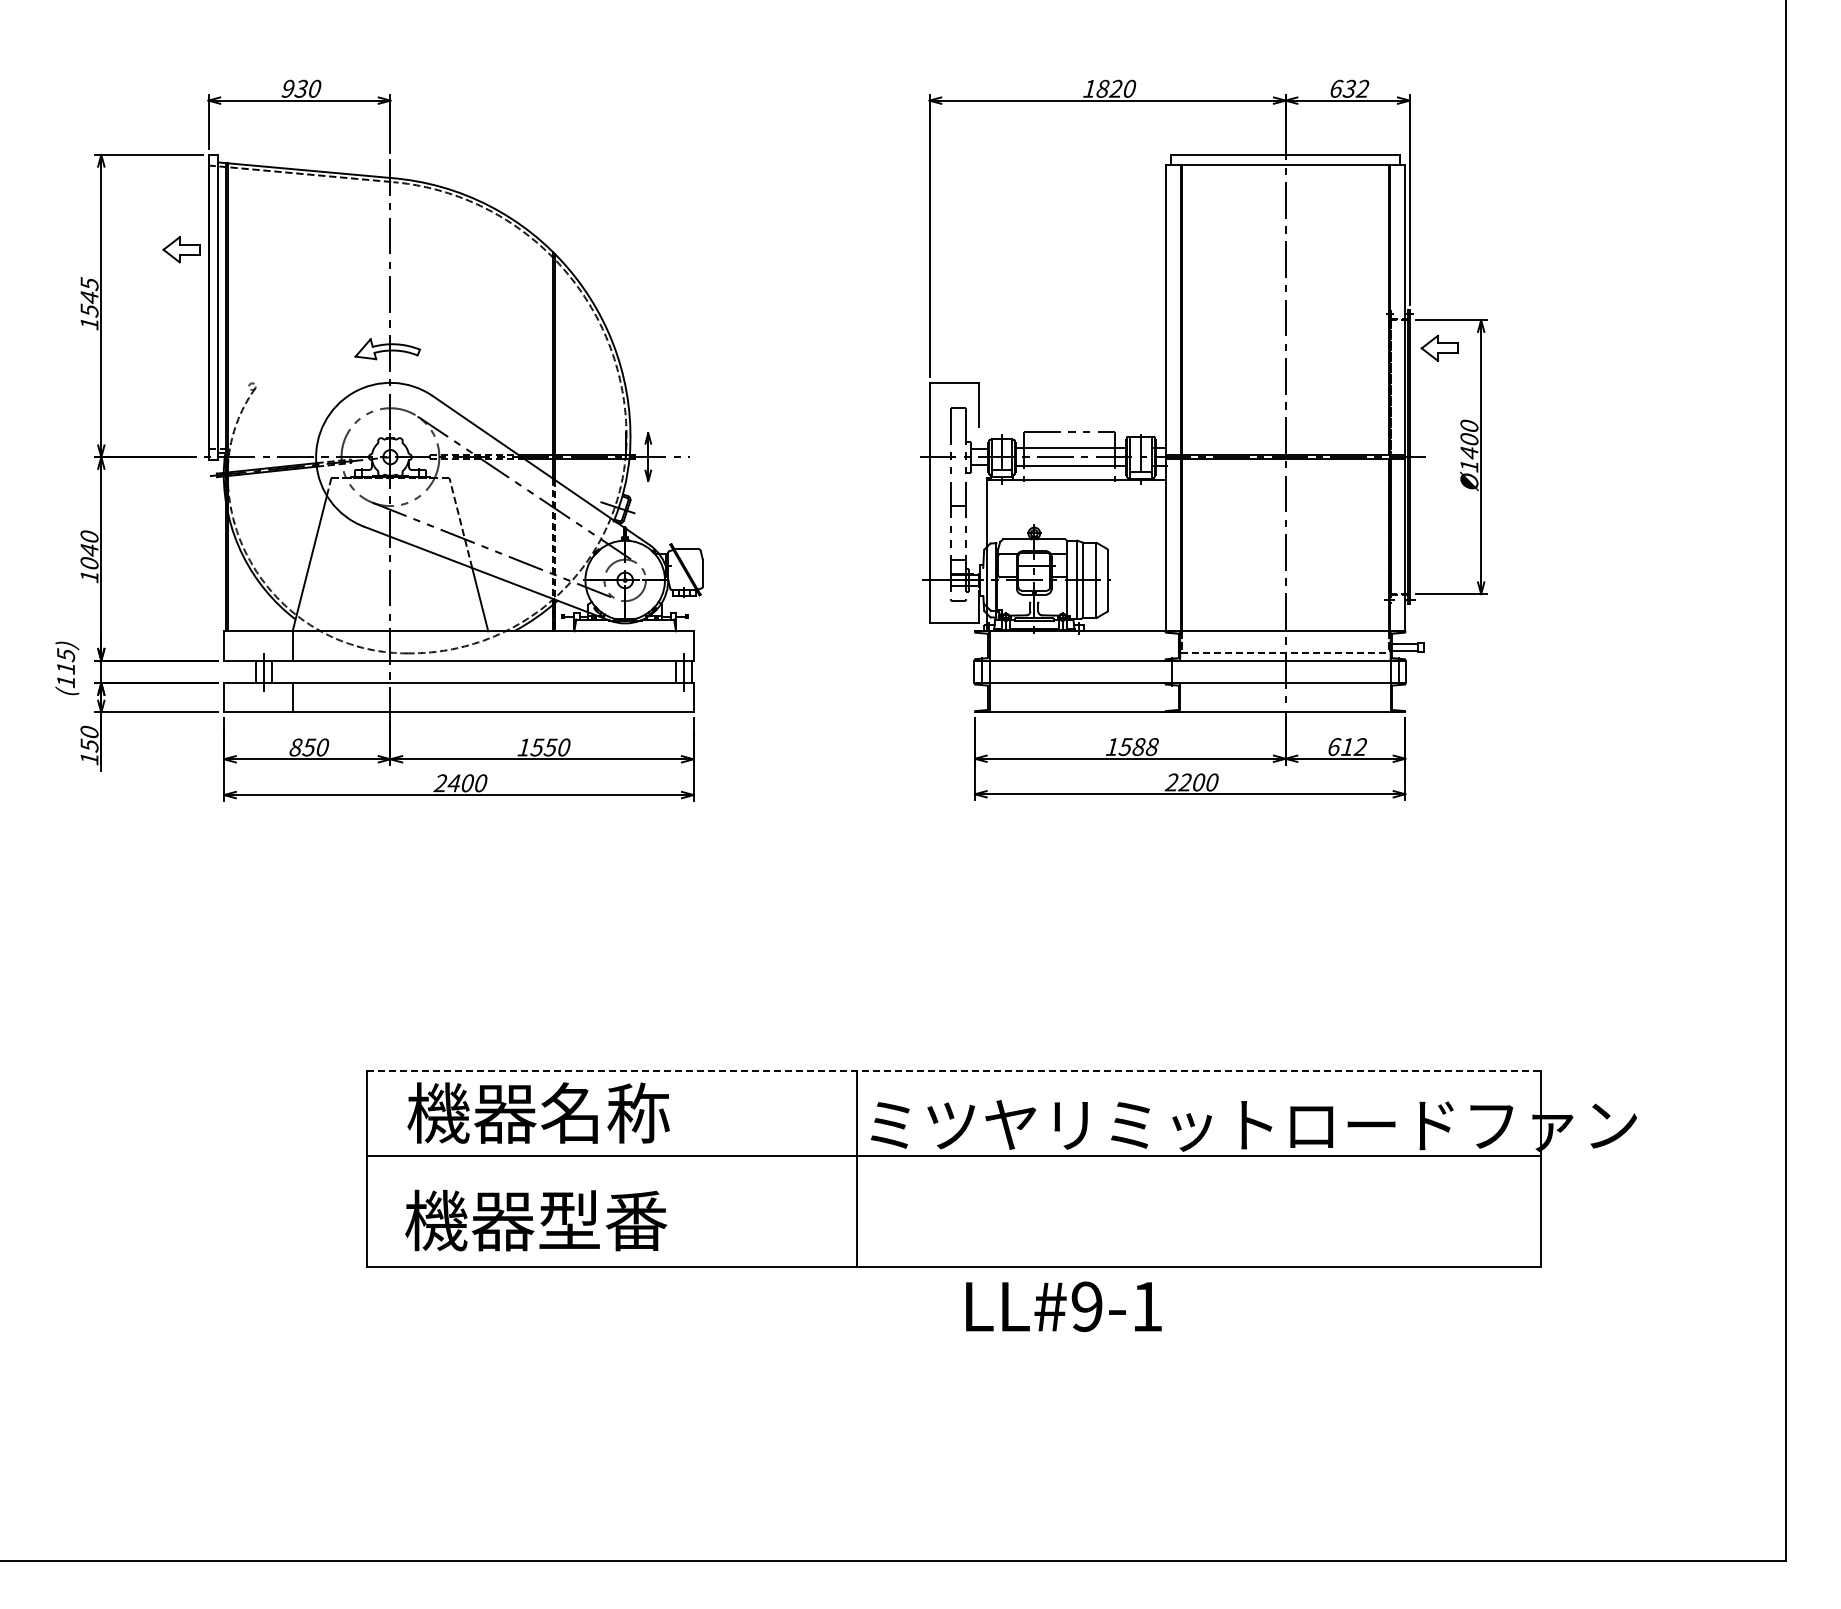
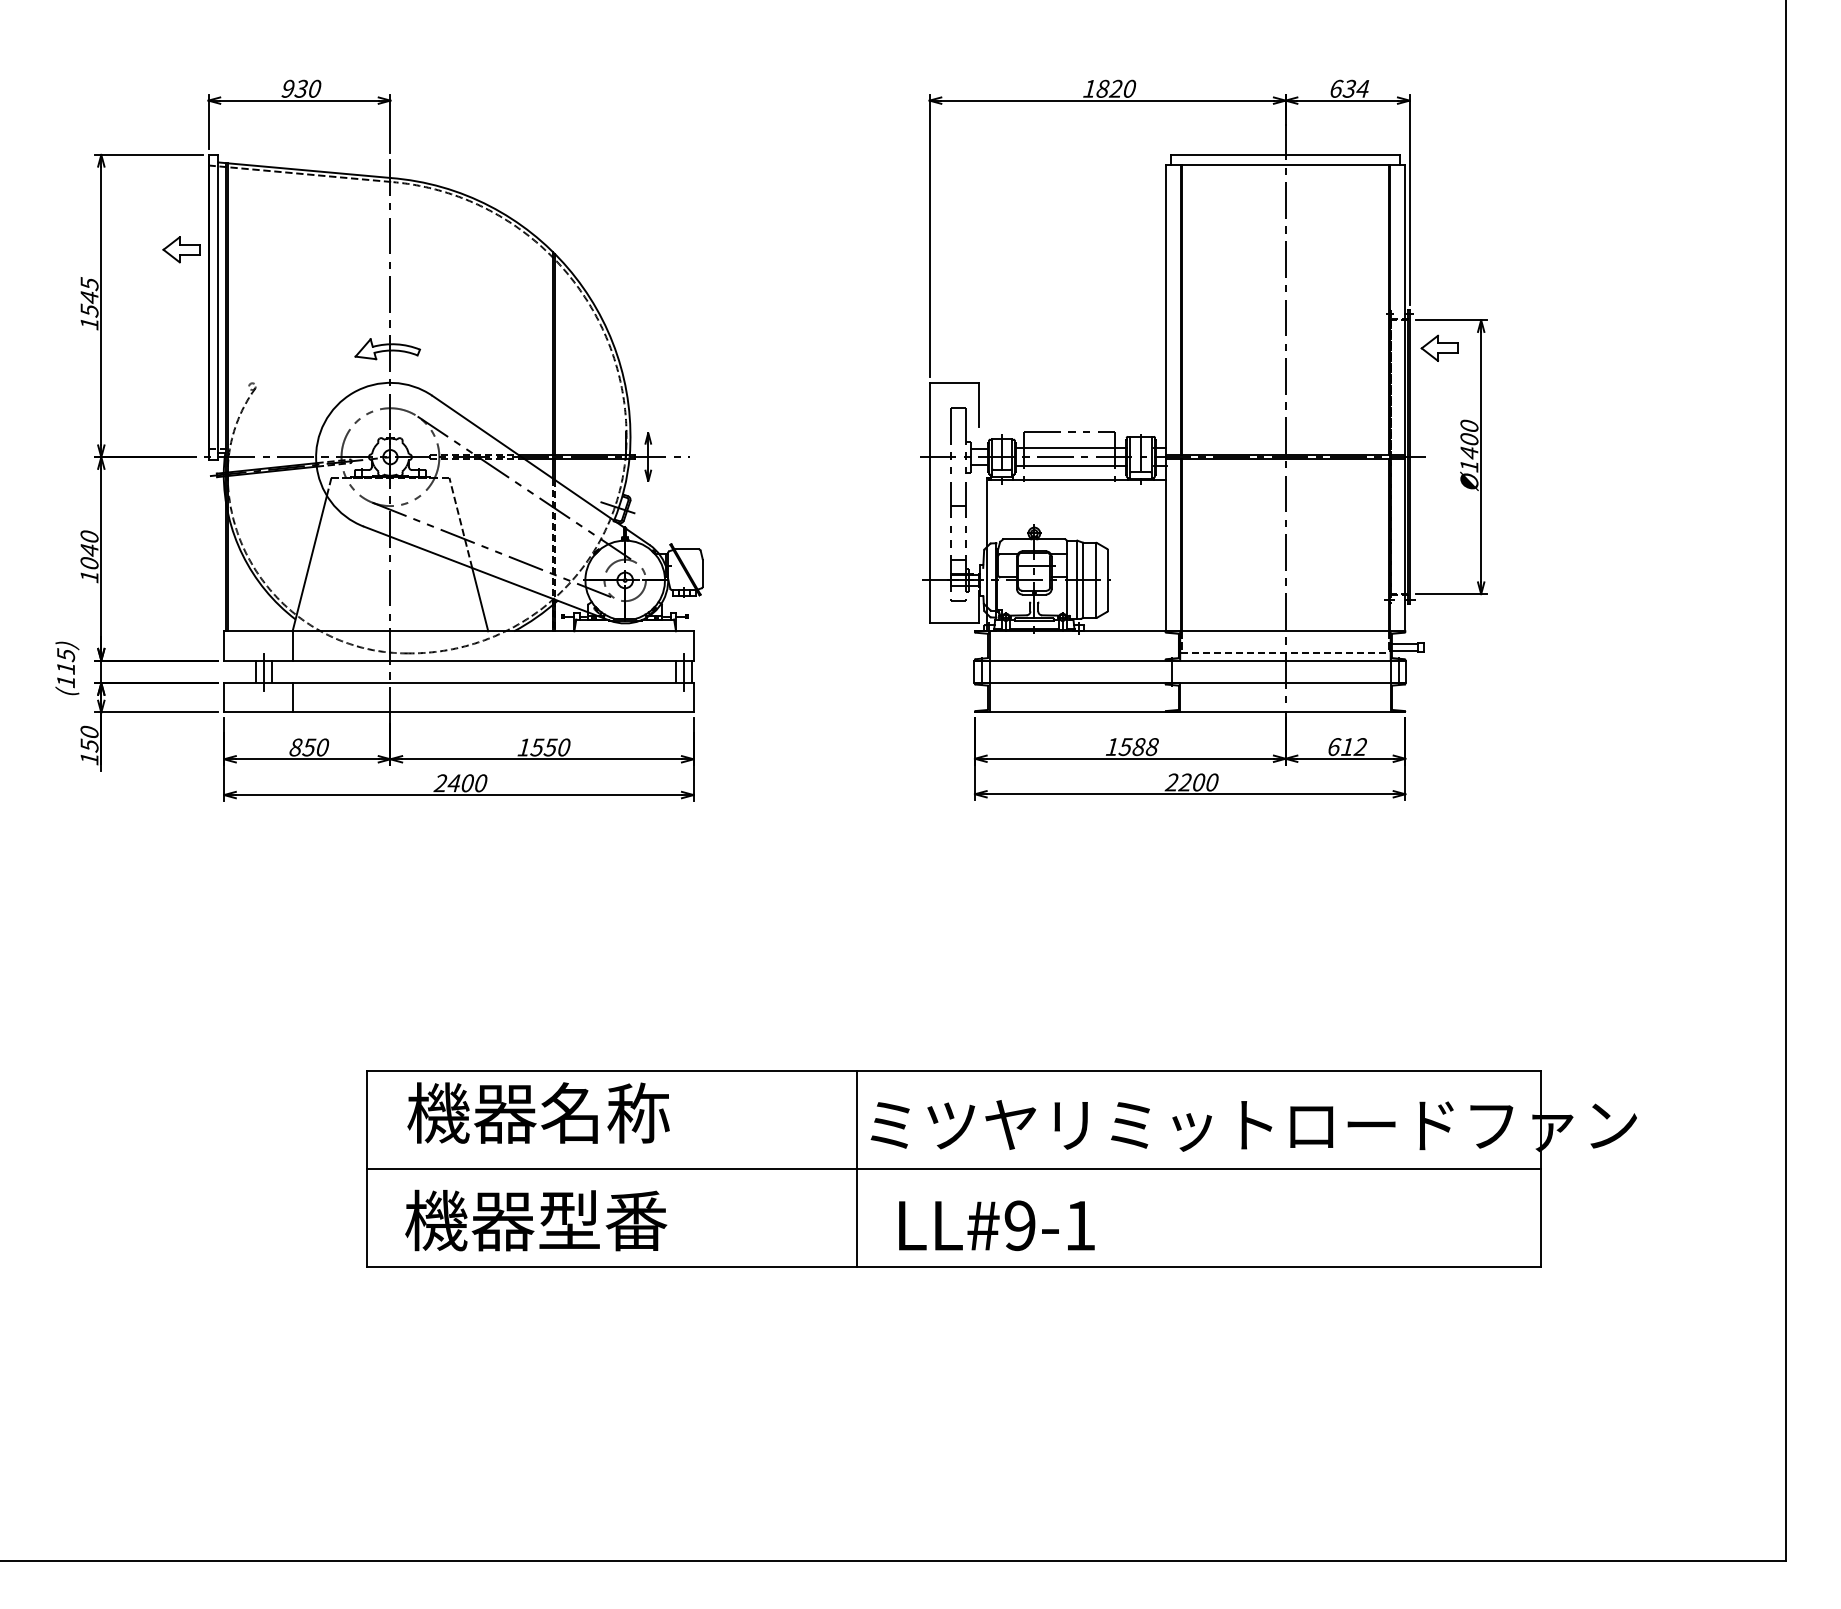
text at (1362, 88): 632 -> 634
line at (954, 1071): dashed -> solid
line at (954, 1156) position: (954, 1156) -> (954, 1169)
text at (1063, 1306) position: (1063, 1306) -> (996, 1225)
